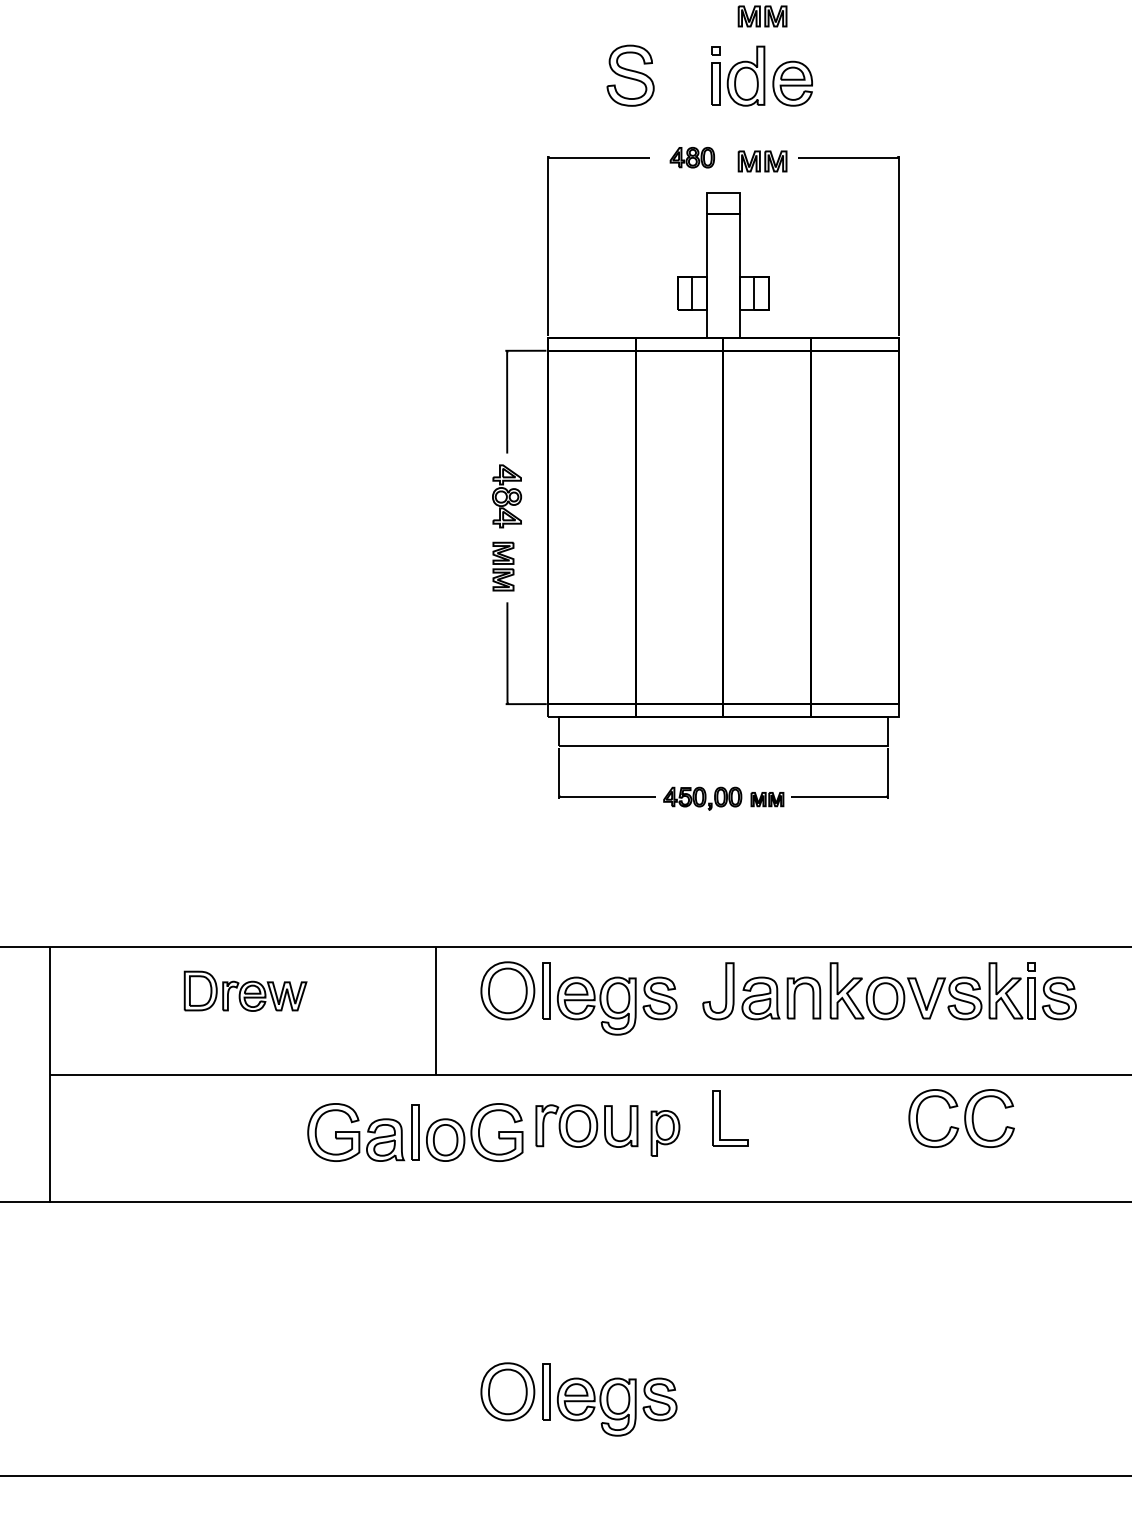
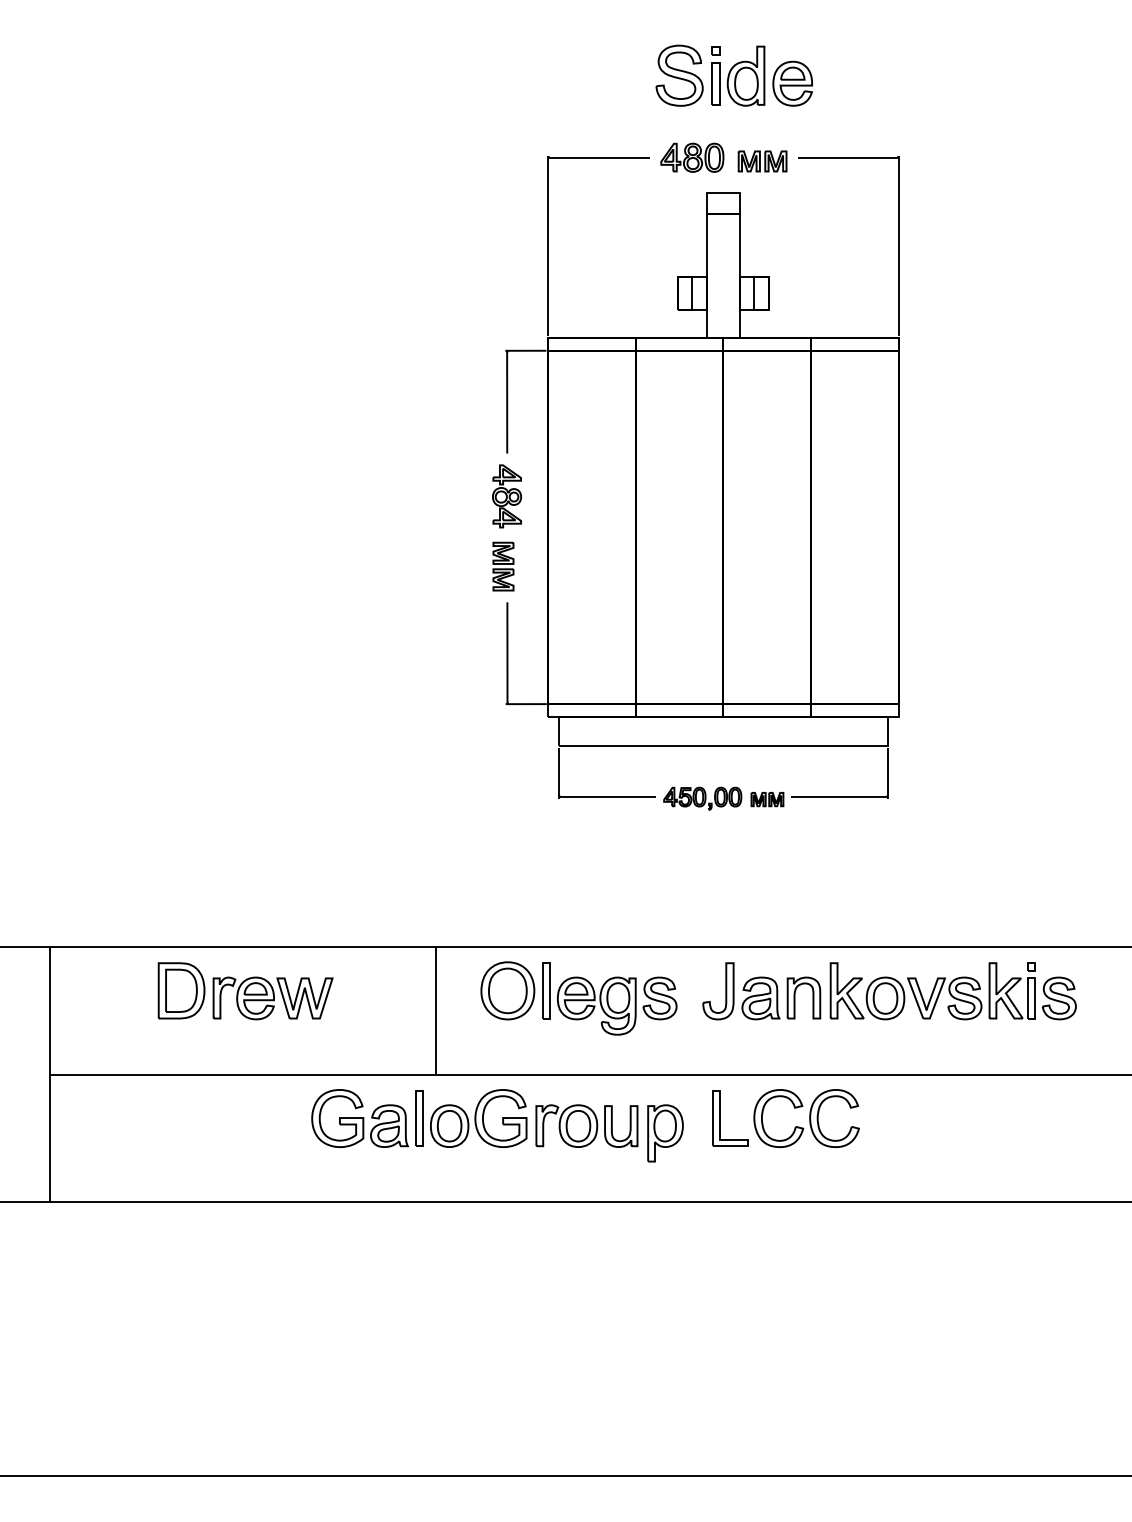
part at (762, 16): present -> none
part at (630, 75) position: (630, 75) -> (679, 75)
part at (692, 157) size: 47x22 px -> 65x31 px
part at (245, 990) size: 125x42 px -> 177x59 px
part at (961, 1118) position: (961, 1118) -> (806, 1118)
part at (415, 1132) position: (415, 1132) -> (419, 1118)
part at (665, 1133) size: 31x47 px -> 37x59 px
part at (578, 1399): present -> none
